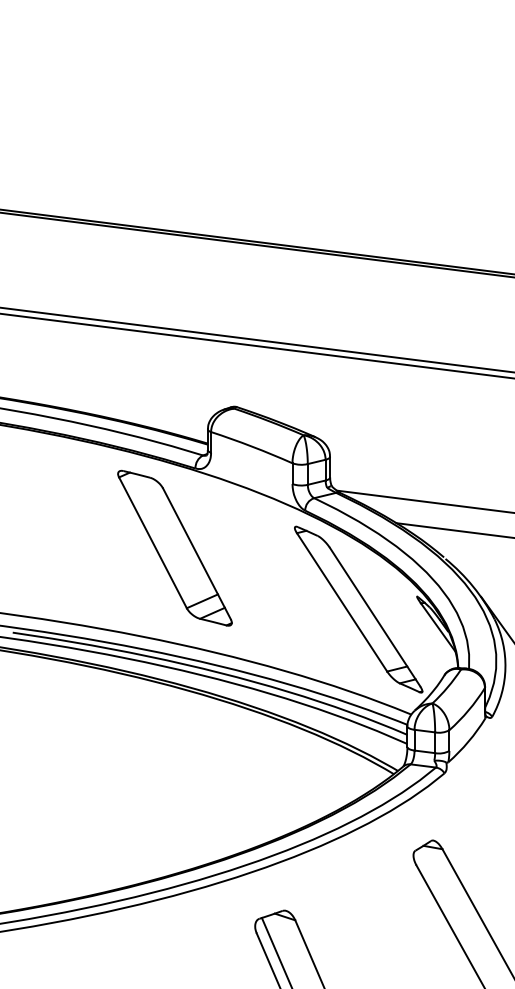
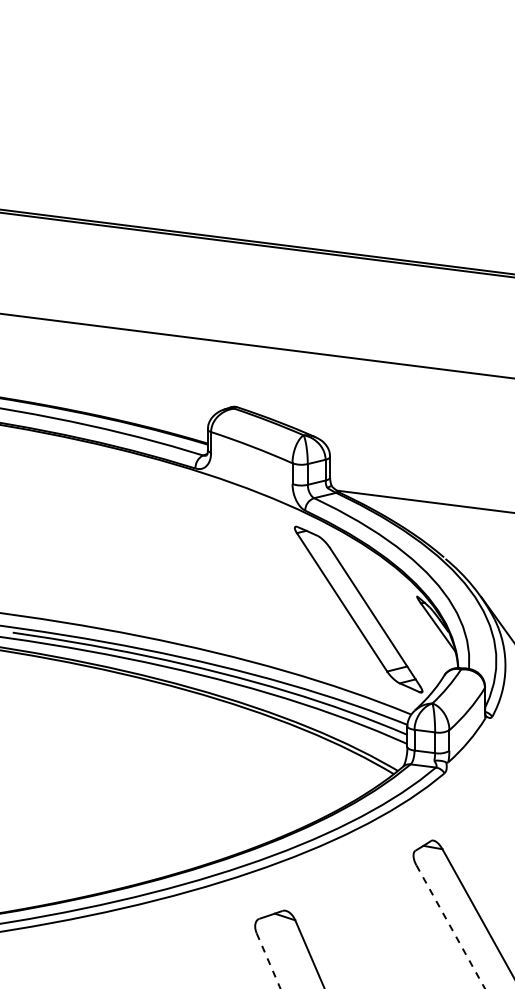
line at (256, 339): present -> none
line at (453, 530): present -> none
part at (174, 547): present -> none
line at (450, 927): solid -> dashed
line at (275, 951): present -> none
line at (268, 960): solid -> dashed
